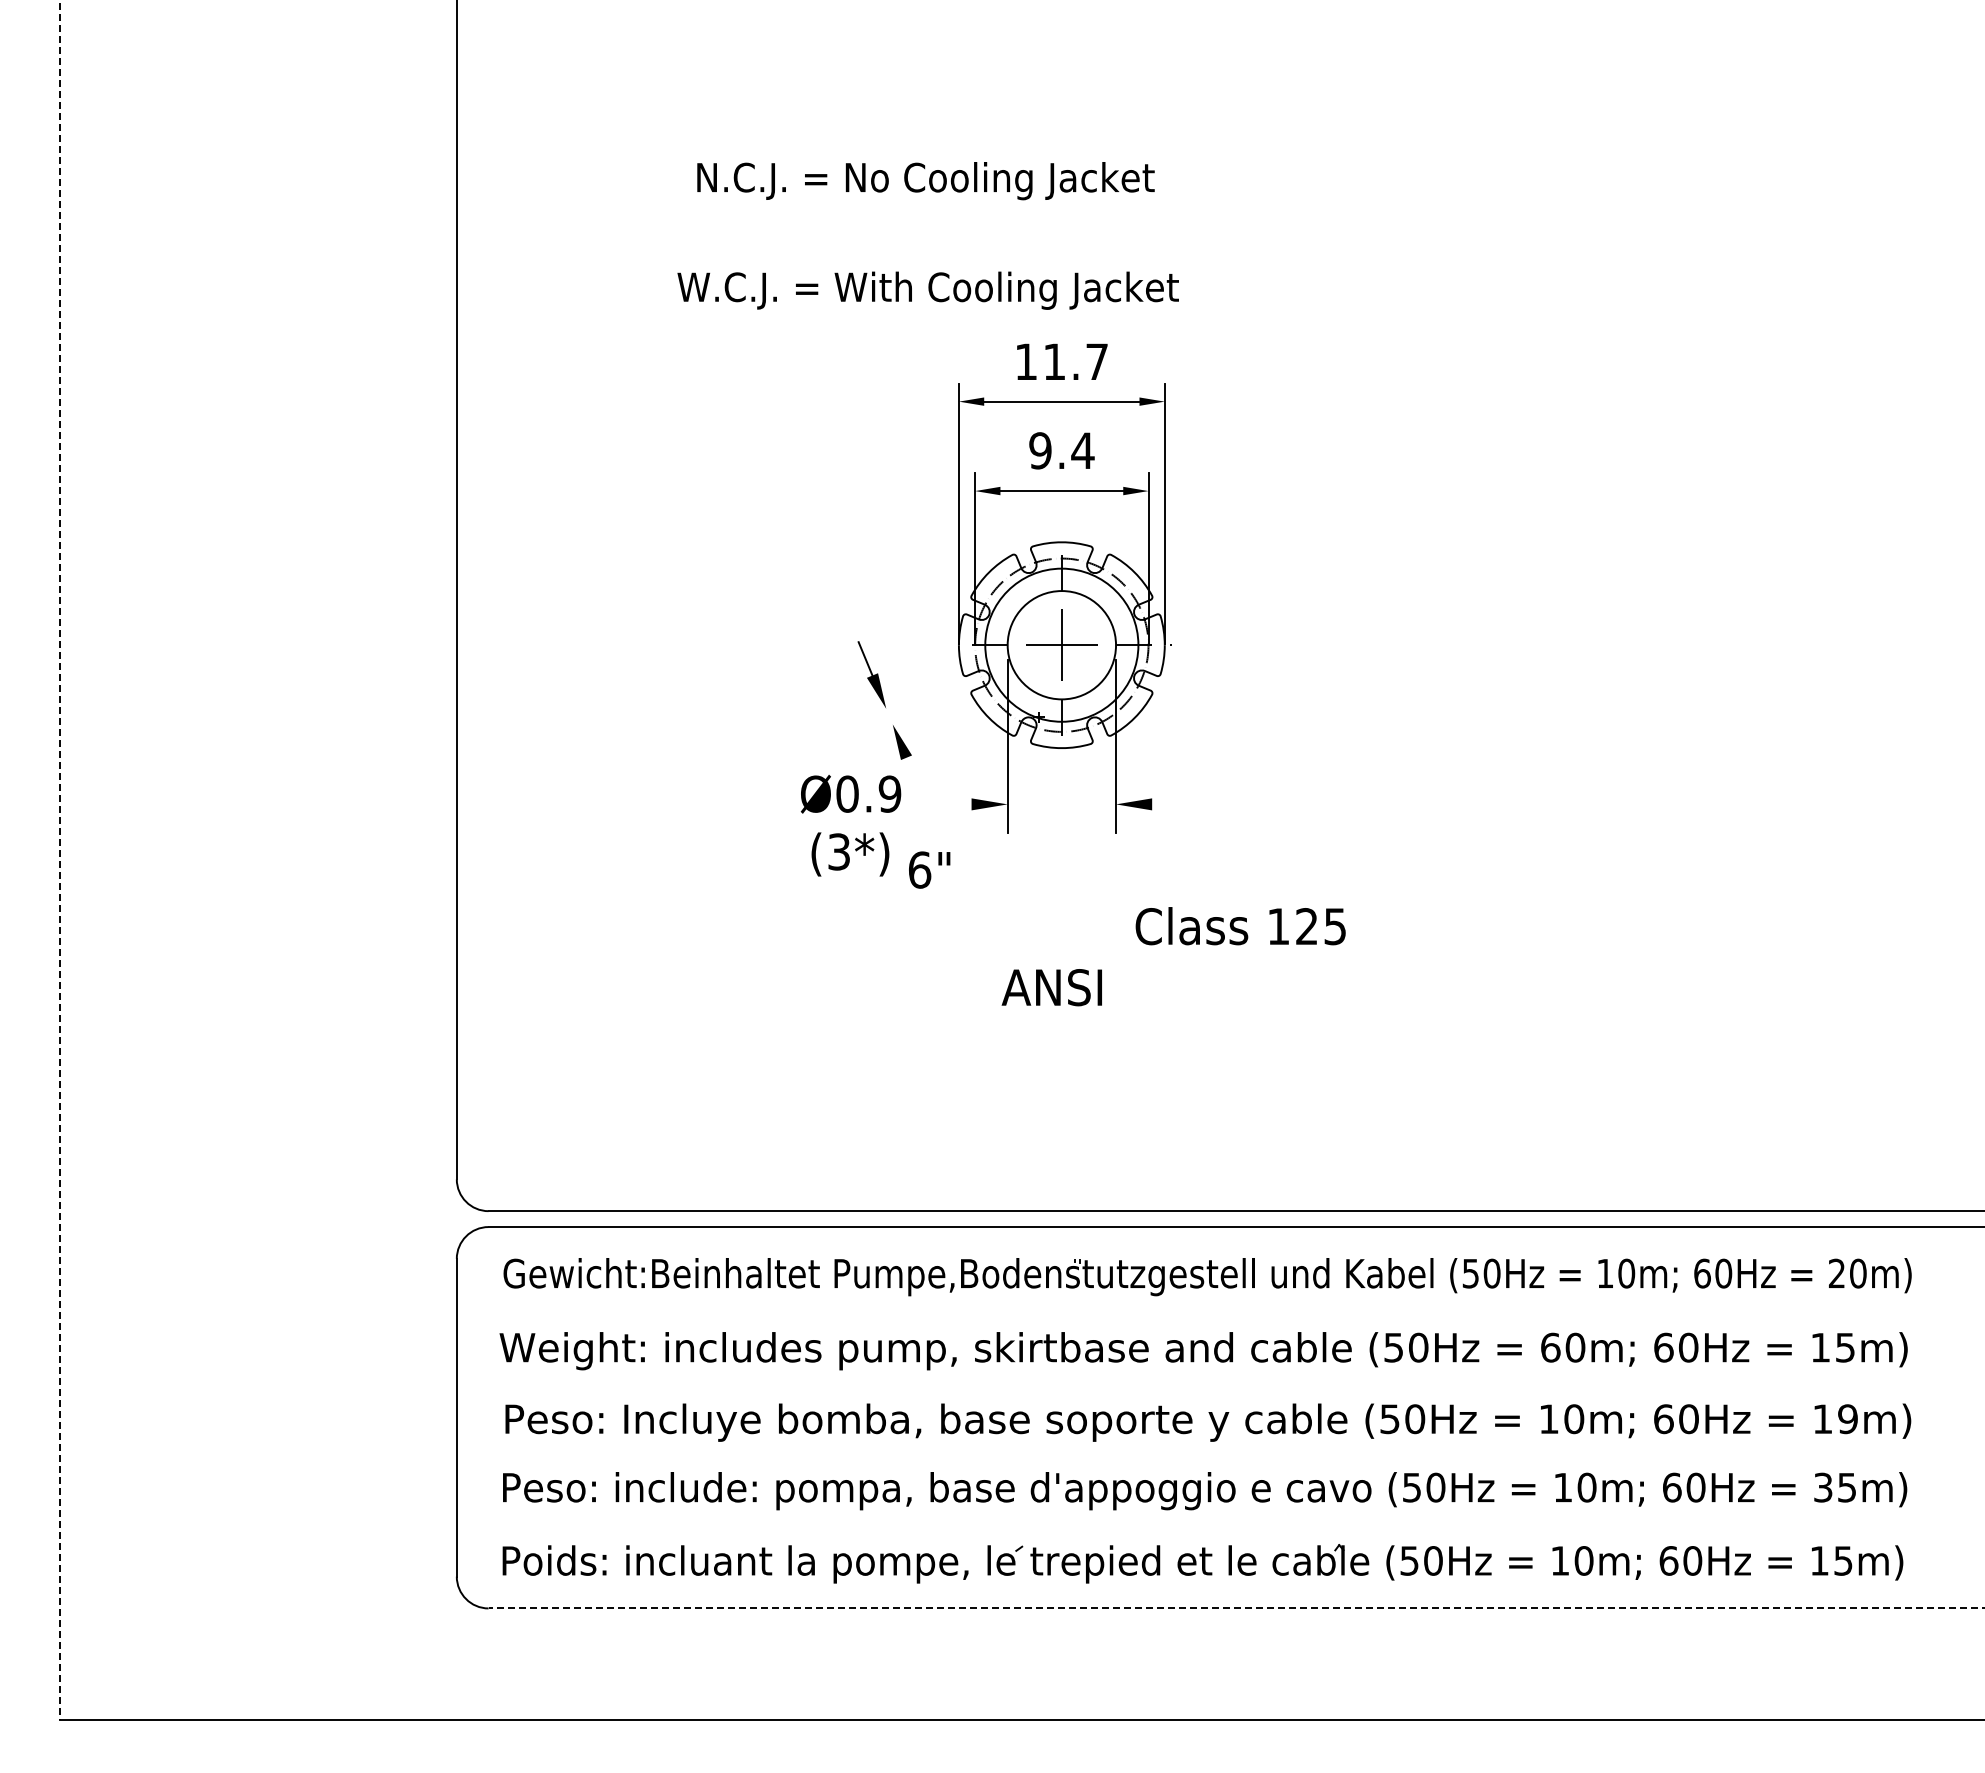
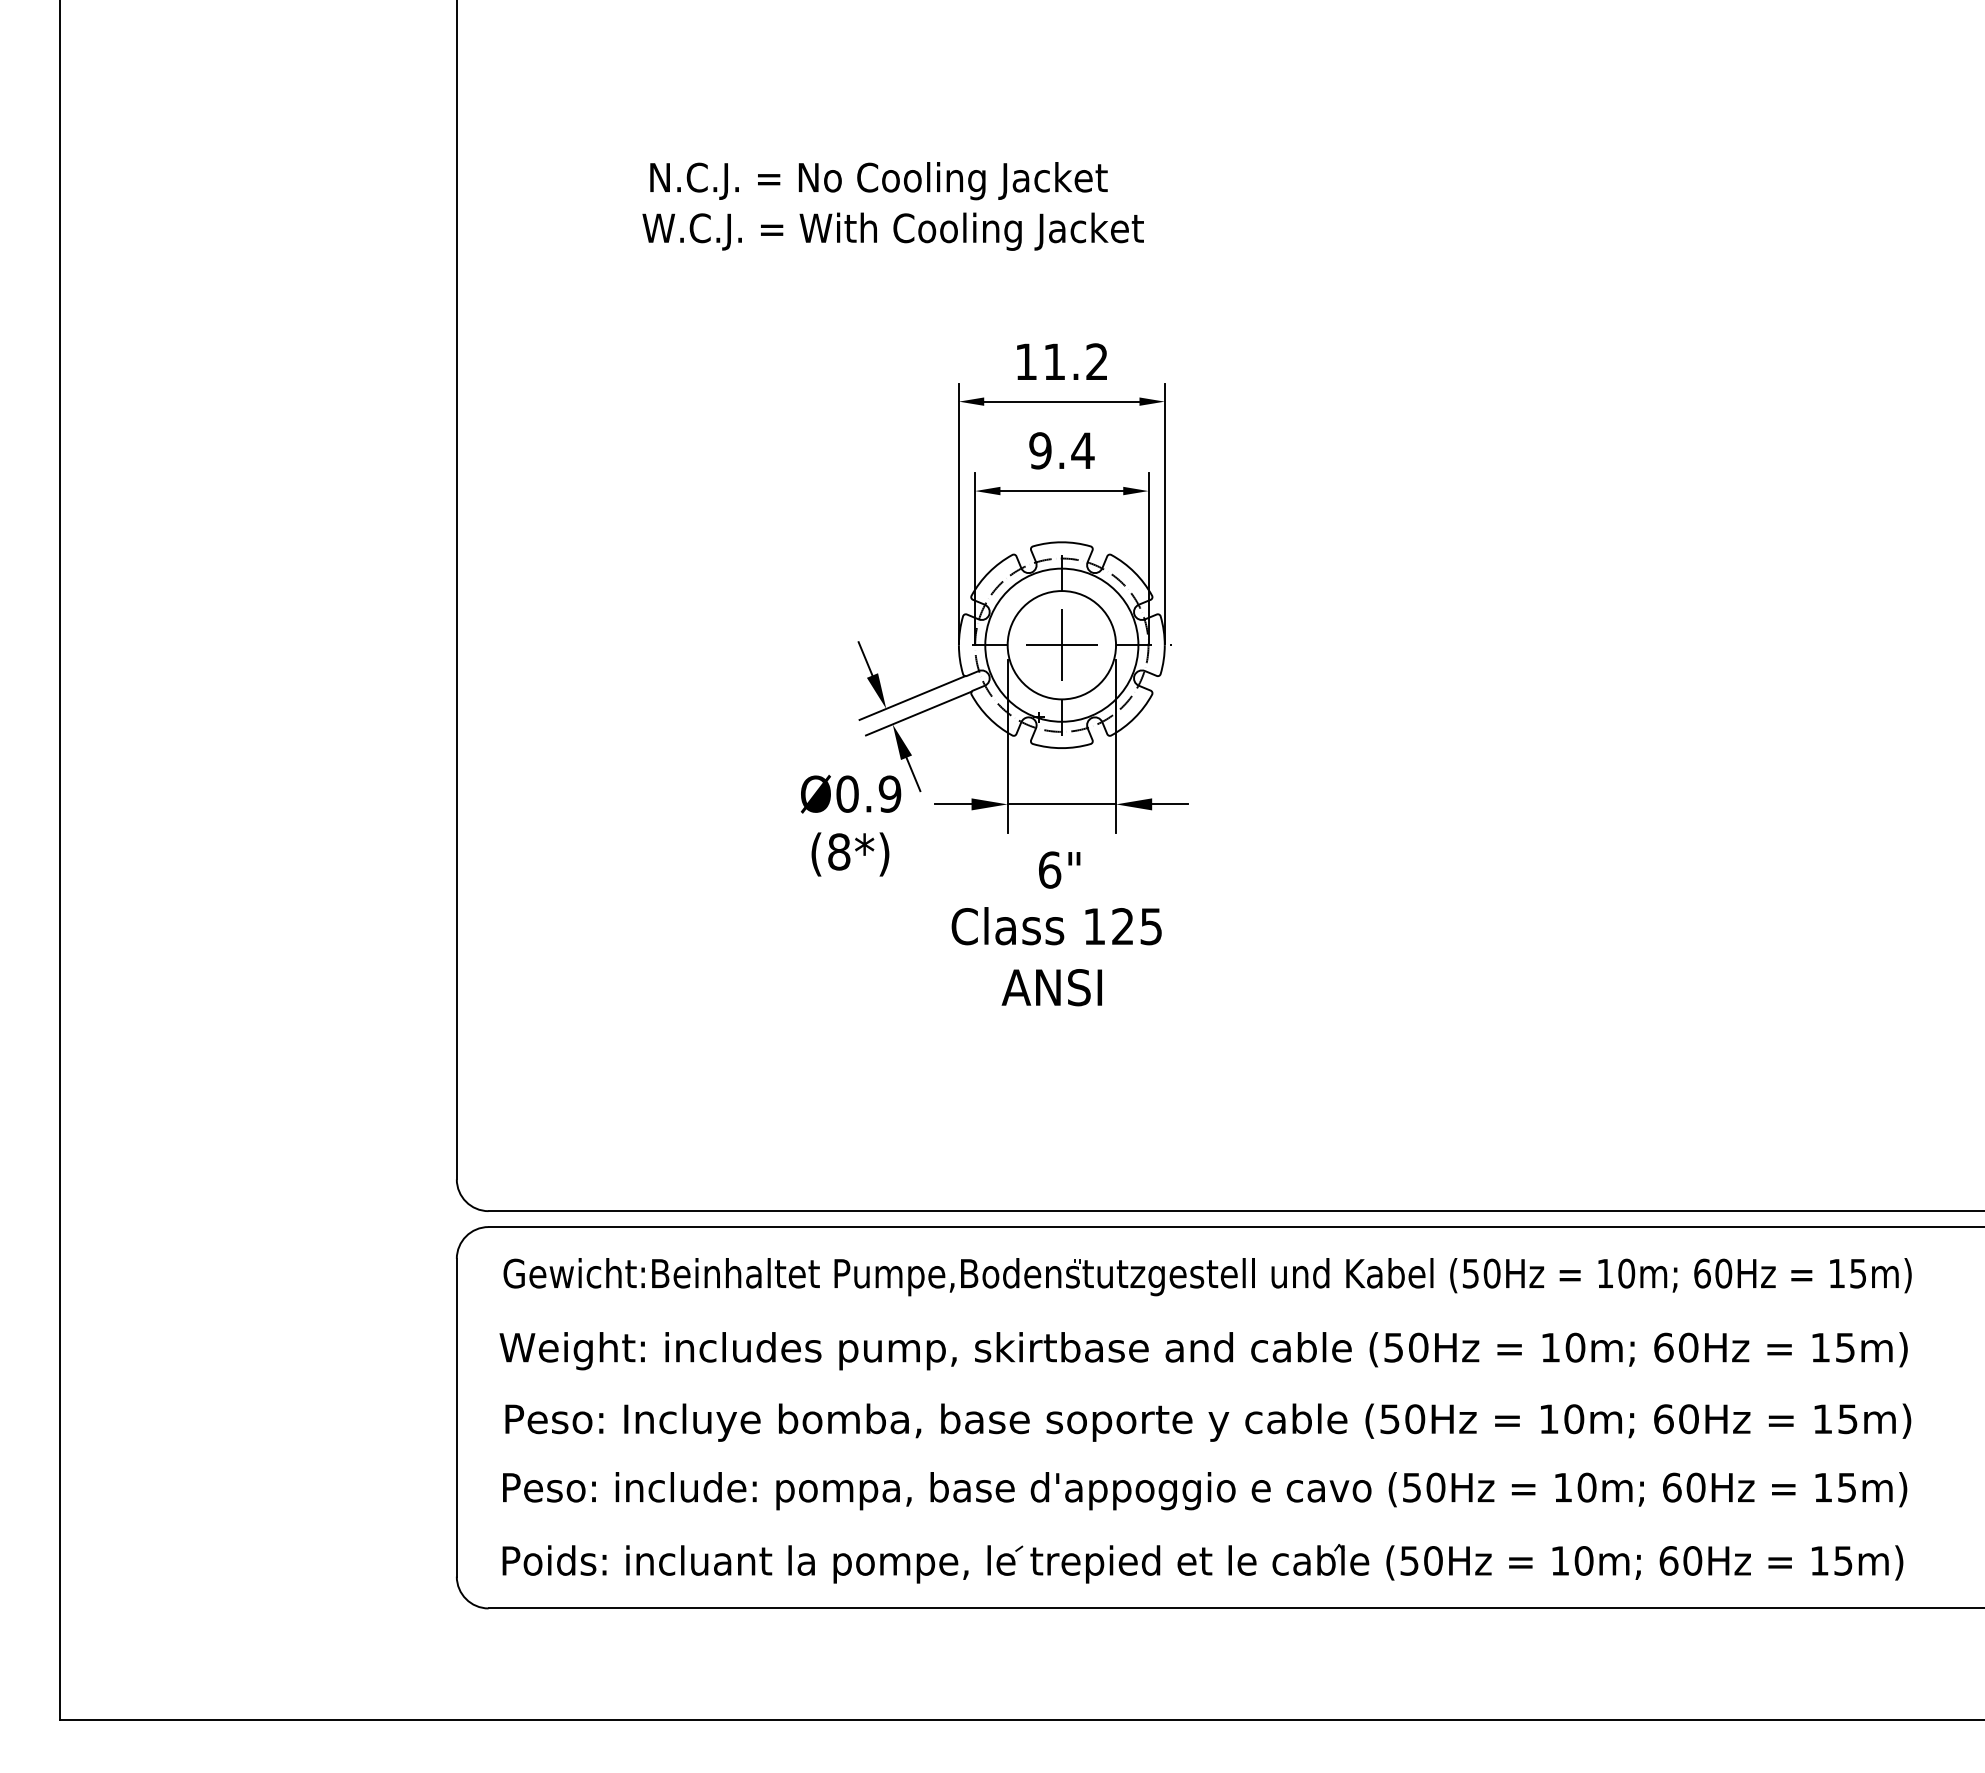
text at (925, 181) position: (925, 181) -> (878, 181)
text at (927, 290) position: (927, 290) -> (892, 231)
text at (1096, 361): 11.7 -> 11.2
line at (912, 697): none -> present
line at (918, 713): none -> present
line at (913, 774): none -> present
line at (953, 804): none -> present
line at (1061, 804): none -> present
line at (1170, 804): none -> present
text at (839, 851): (3*) -> (8*)
line at (59, 860): dashed -> solid
text at (929, 869) position: (929, 869) -> (1059, 869)
text at (1240, 926) position: (1240, 926) -> (1056, 926)
text at (1847, 1273): 20m) -> 15m)
text at (1550, 1347): 60m; -> 10m;
text at (1847, 1418): 19m) -> 15m)
text at (1823, 1487): 35m) -> 15m)
line at (1236, 1608): dashed -> solid
